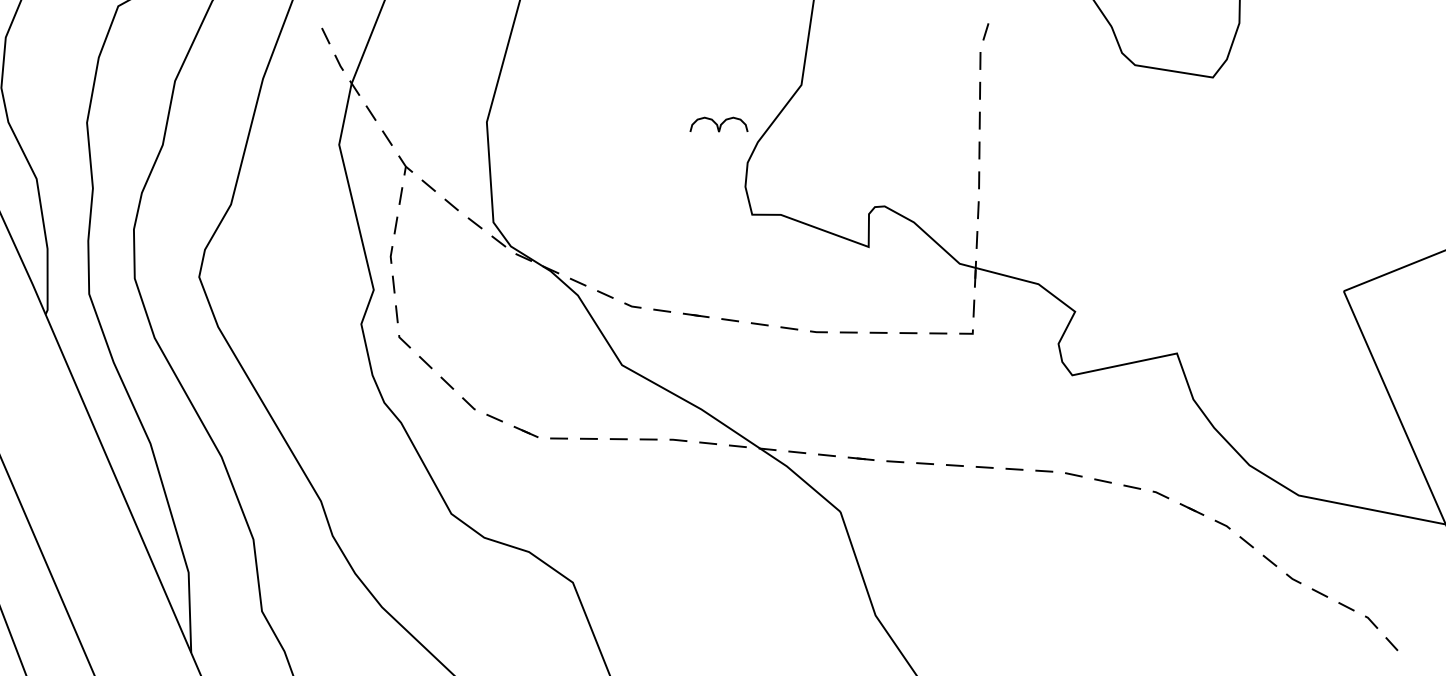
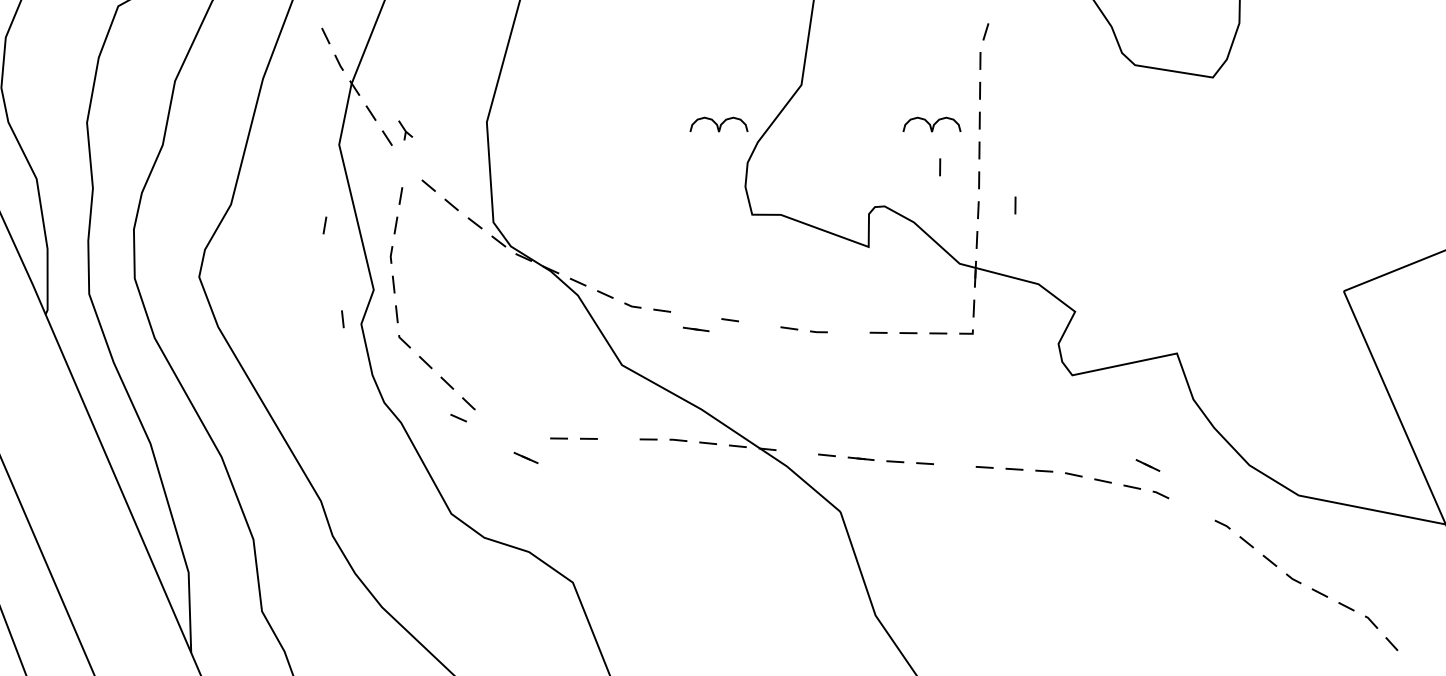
curve at (930, 124): none -> present
part at (405, 165) position: (405, 165) -> (405, 130)
line at (940, 167): none -> present
line at (1015, 205): none -> present
line at (324, 225): none -> present
line at (696, 315) position: (696, 315) -> (696, 329)
line at (342, 319): none -> present
line at (759, 324): present -> none
line at (848, 332): present -> none
line at (494, 418) position: (494, 418) -> (458, 418)
line at (525, 431) position: (525, 431) -> (525, 457)
line at (618, 439): present -> none
line at (797, 452): present -> none
line at (954, 465): present -> none
line at (1191, 509) position: (1191, 509) -> (1147, 465)
